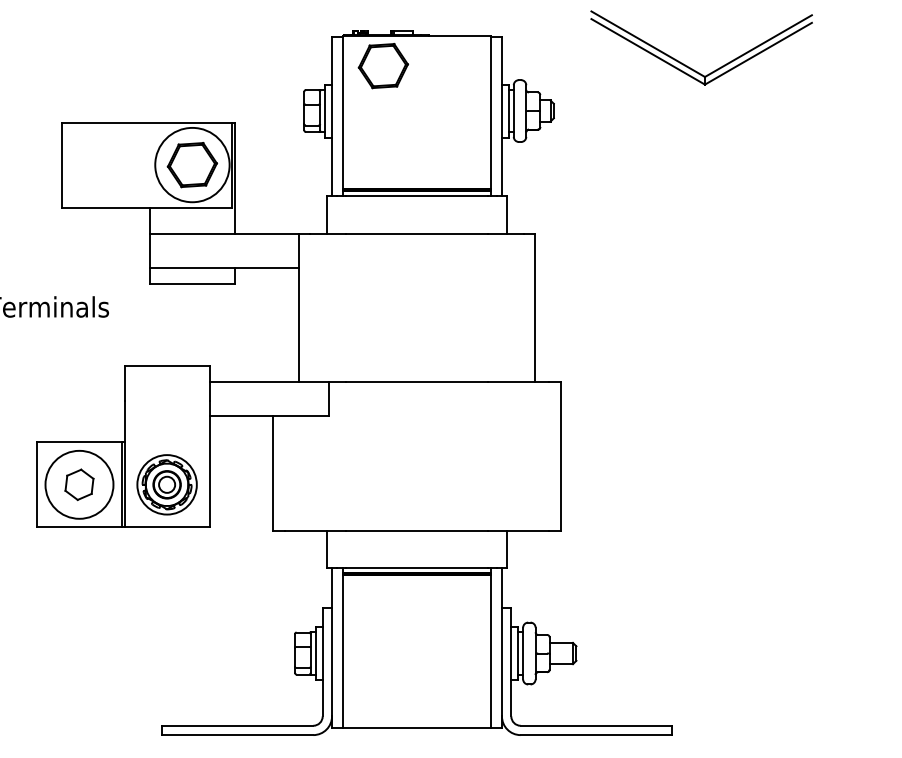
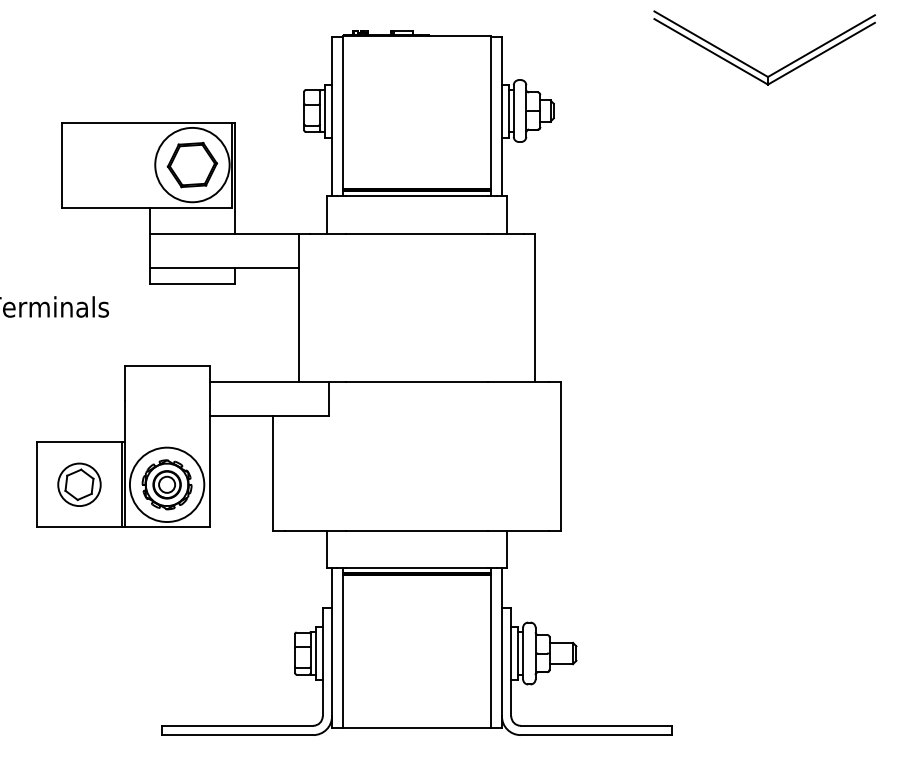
part at (687, 65) position: (687, 65) -> (750, 65)
part at (382, 66): present -> none
circle at (79, 484) diameter: 68 px -> 42 px
circle at (166, 484) diameter: 59 px -> 74 px
